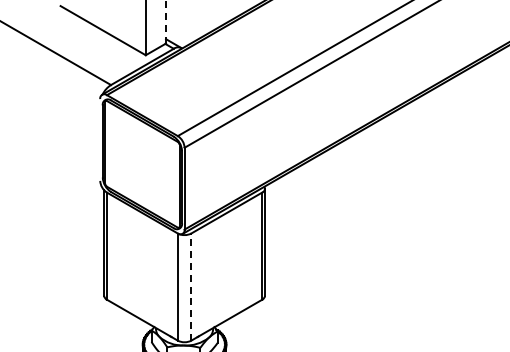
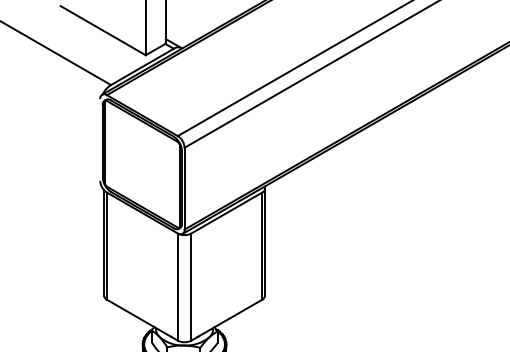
line at (166, 21): dashed -> solid
line at (191, 287): dashed -> solid
